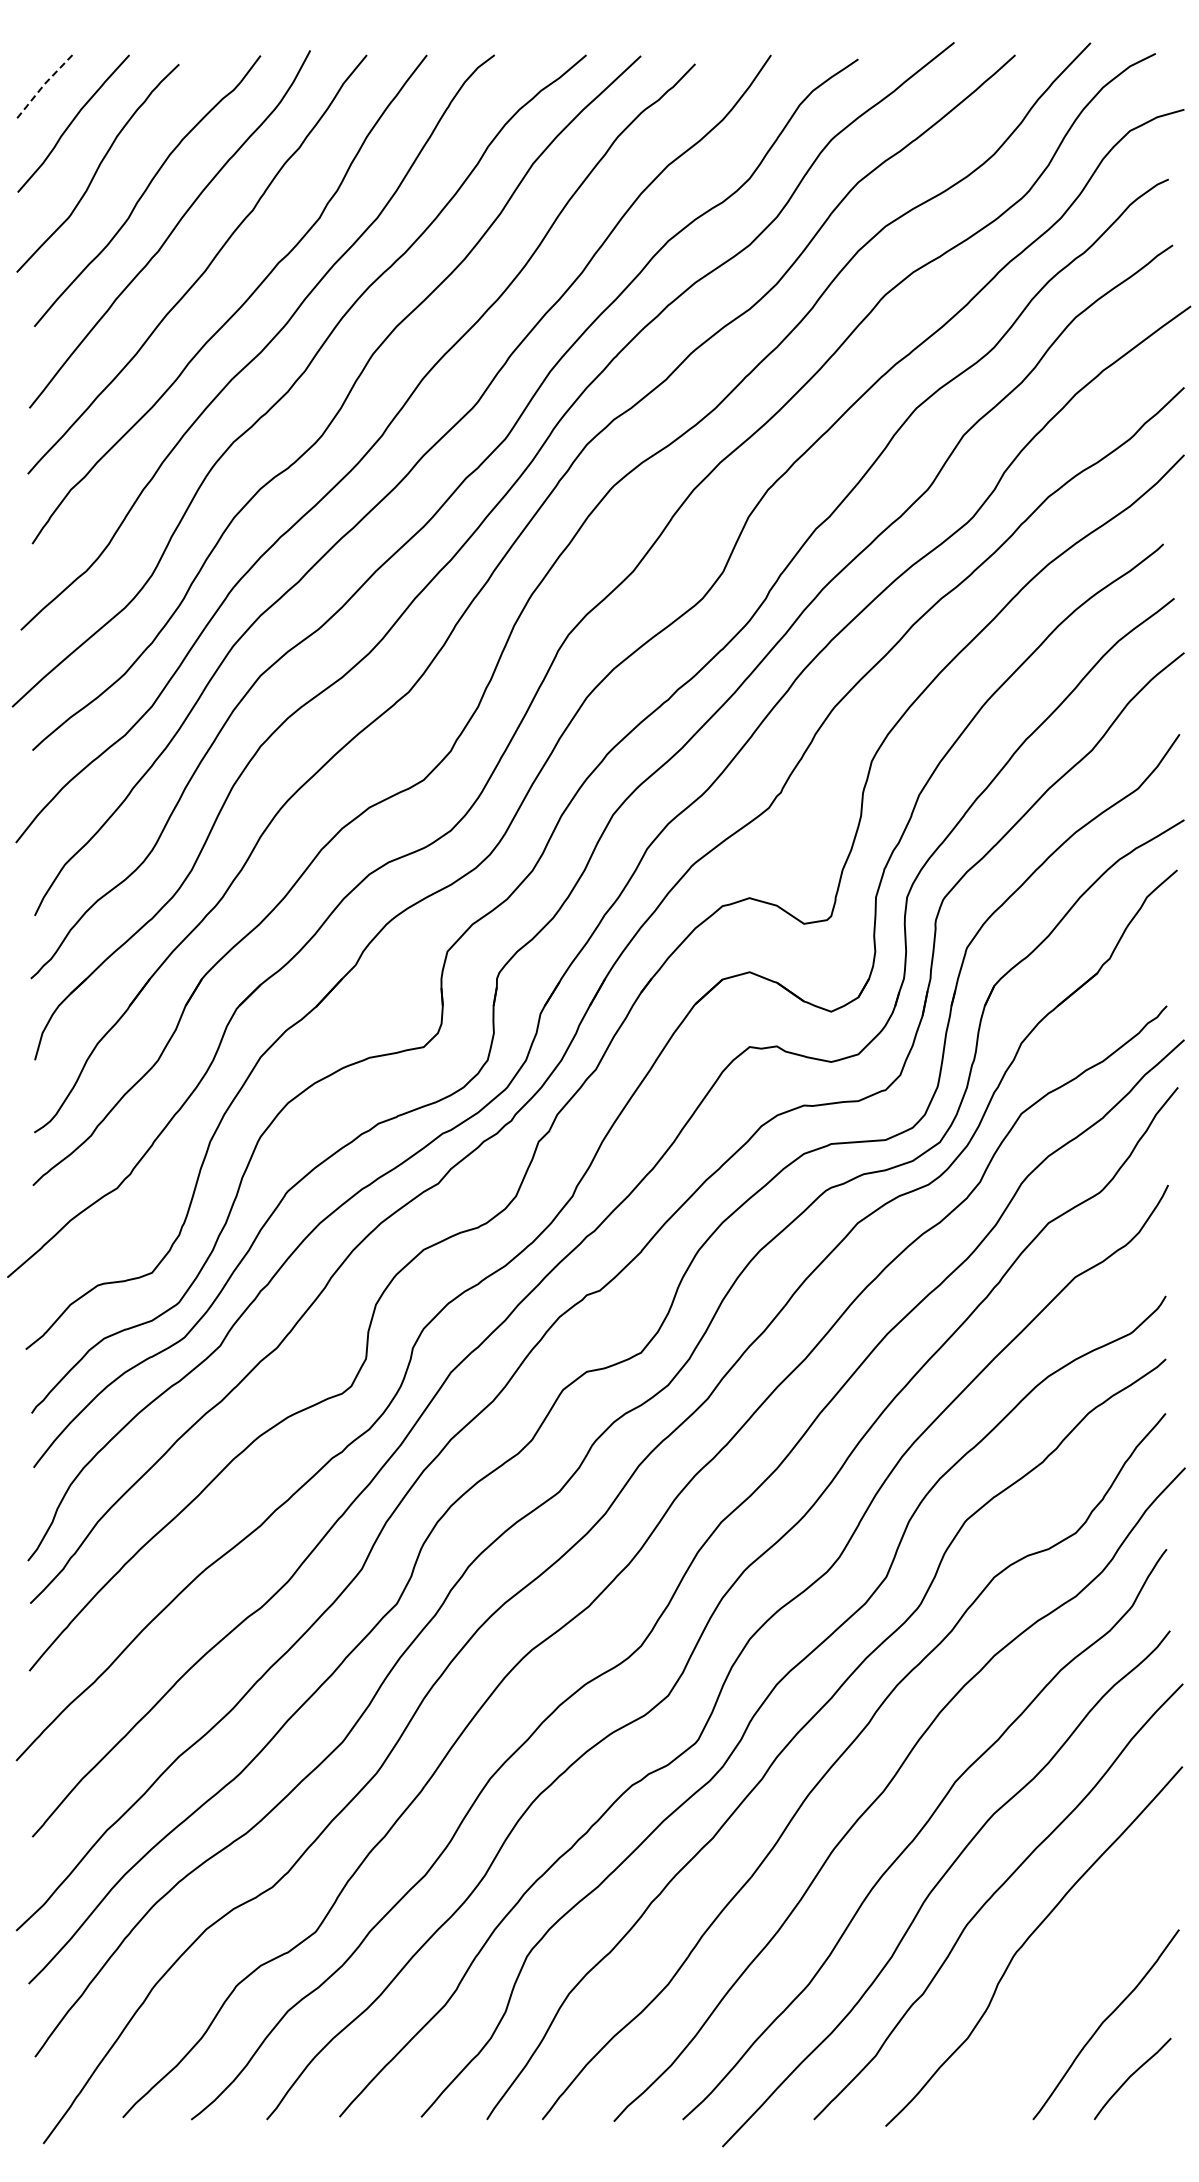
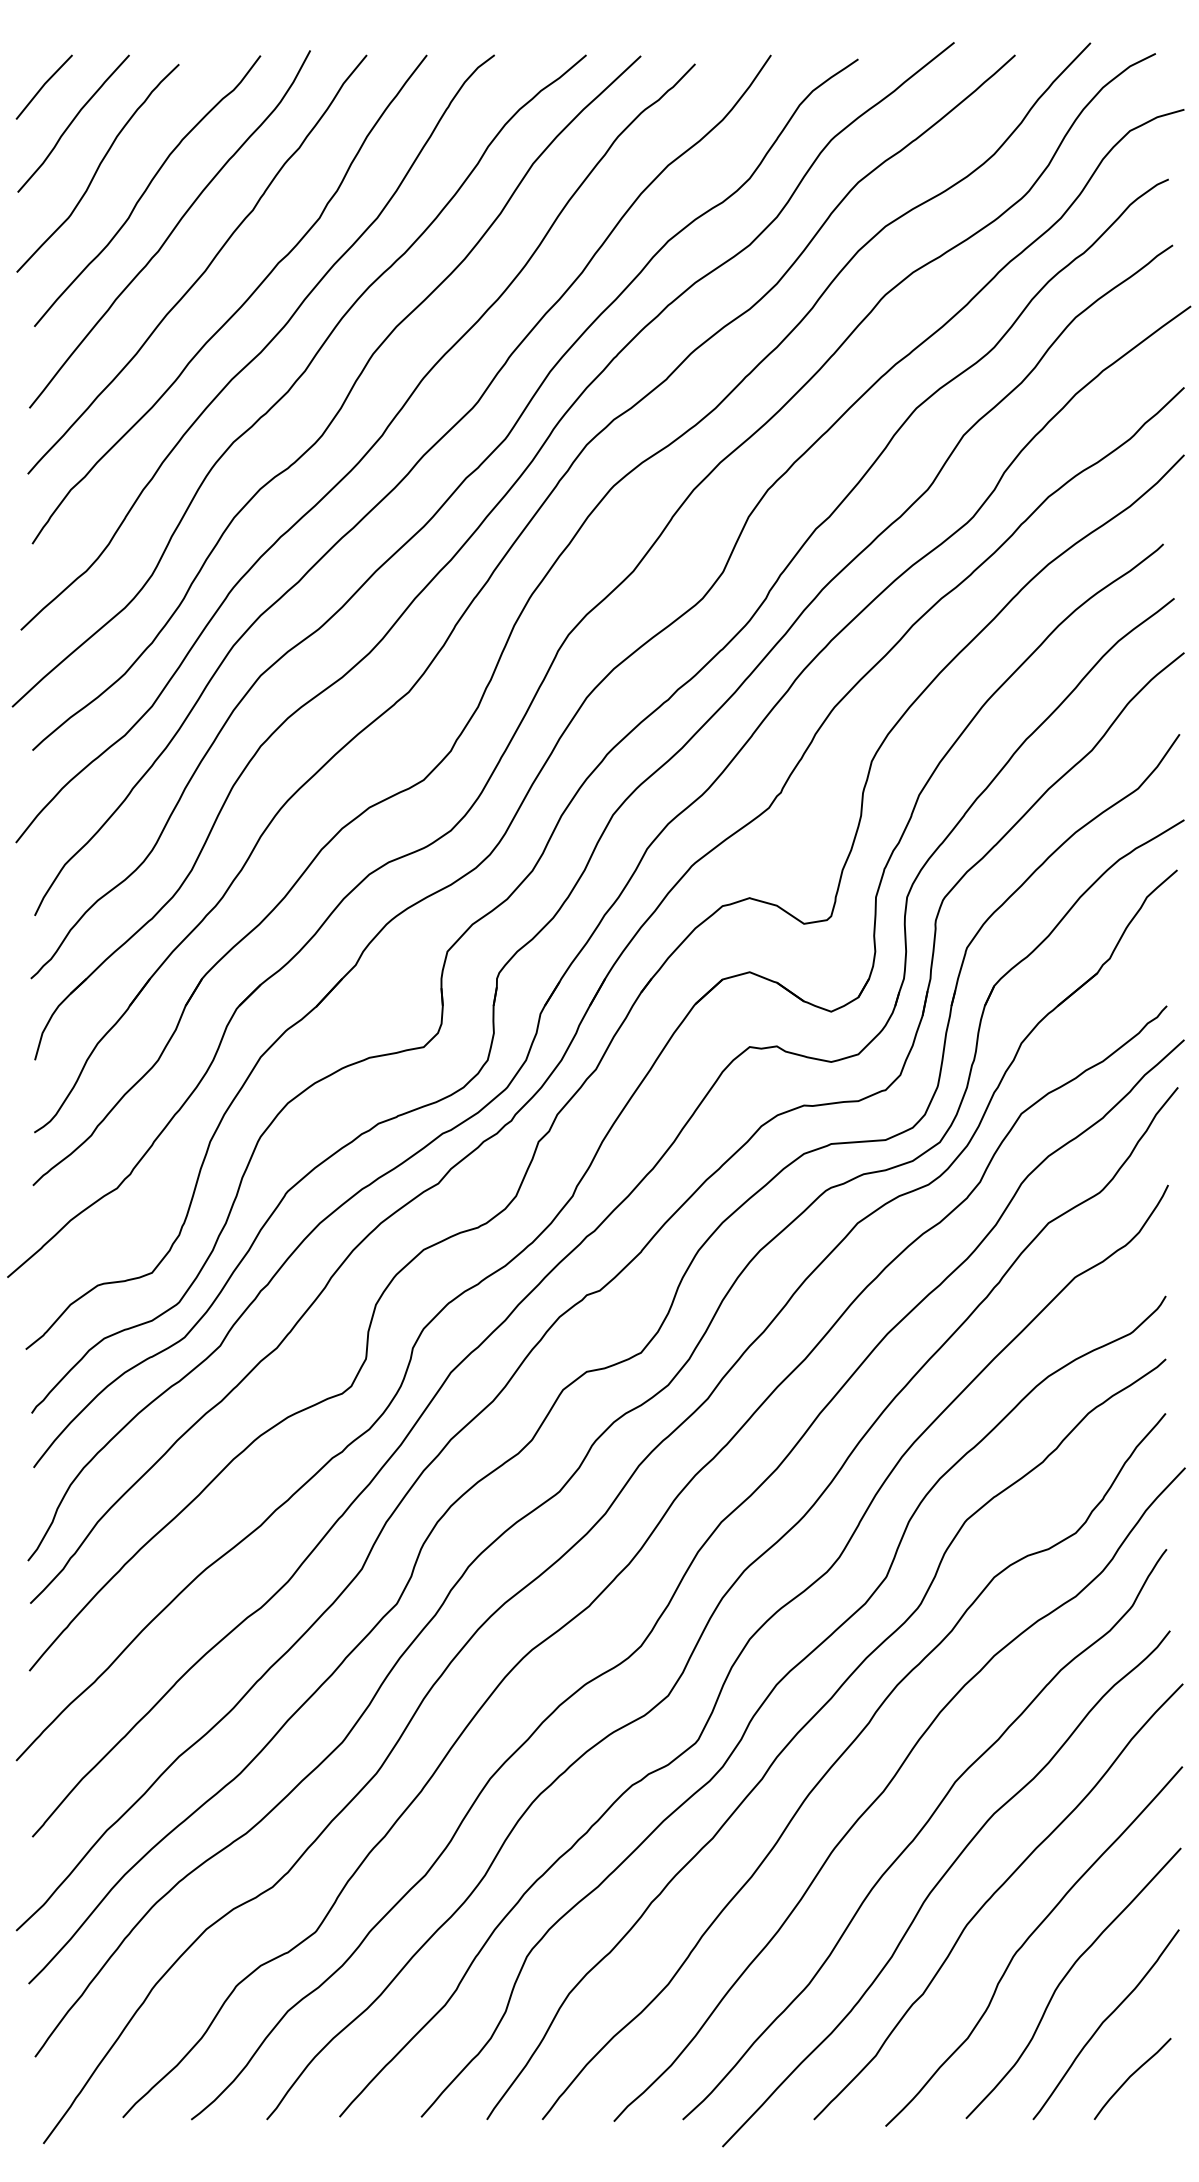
line at (43, 86): dashed -> solid
curve at (1066, 1976): none -> present
